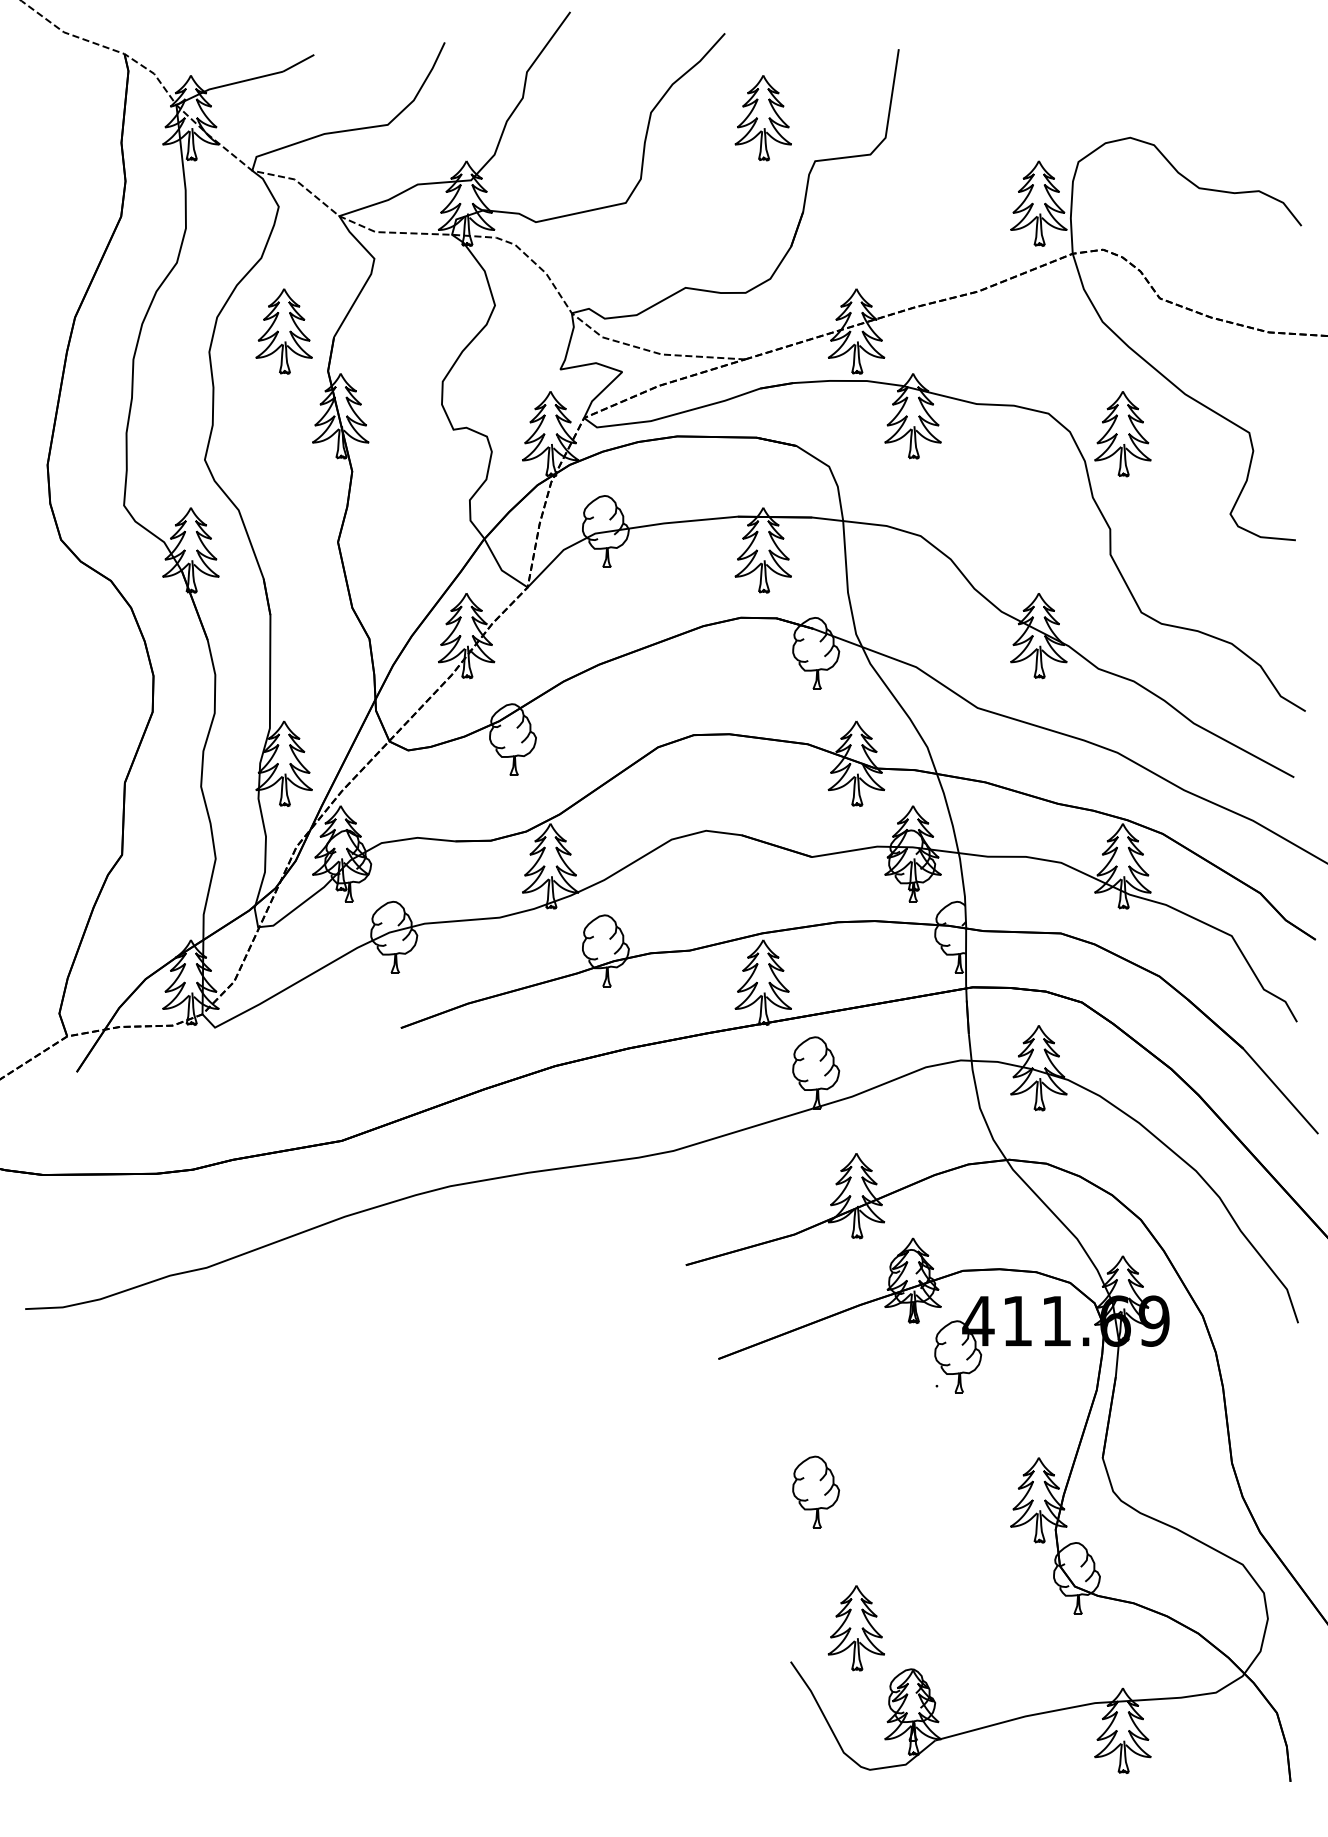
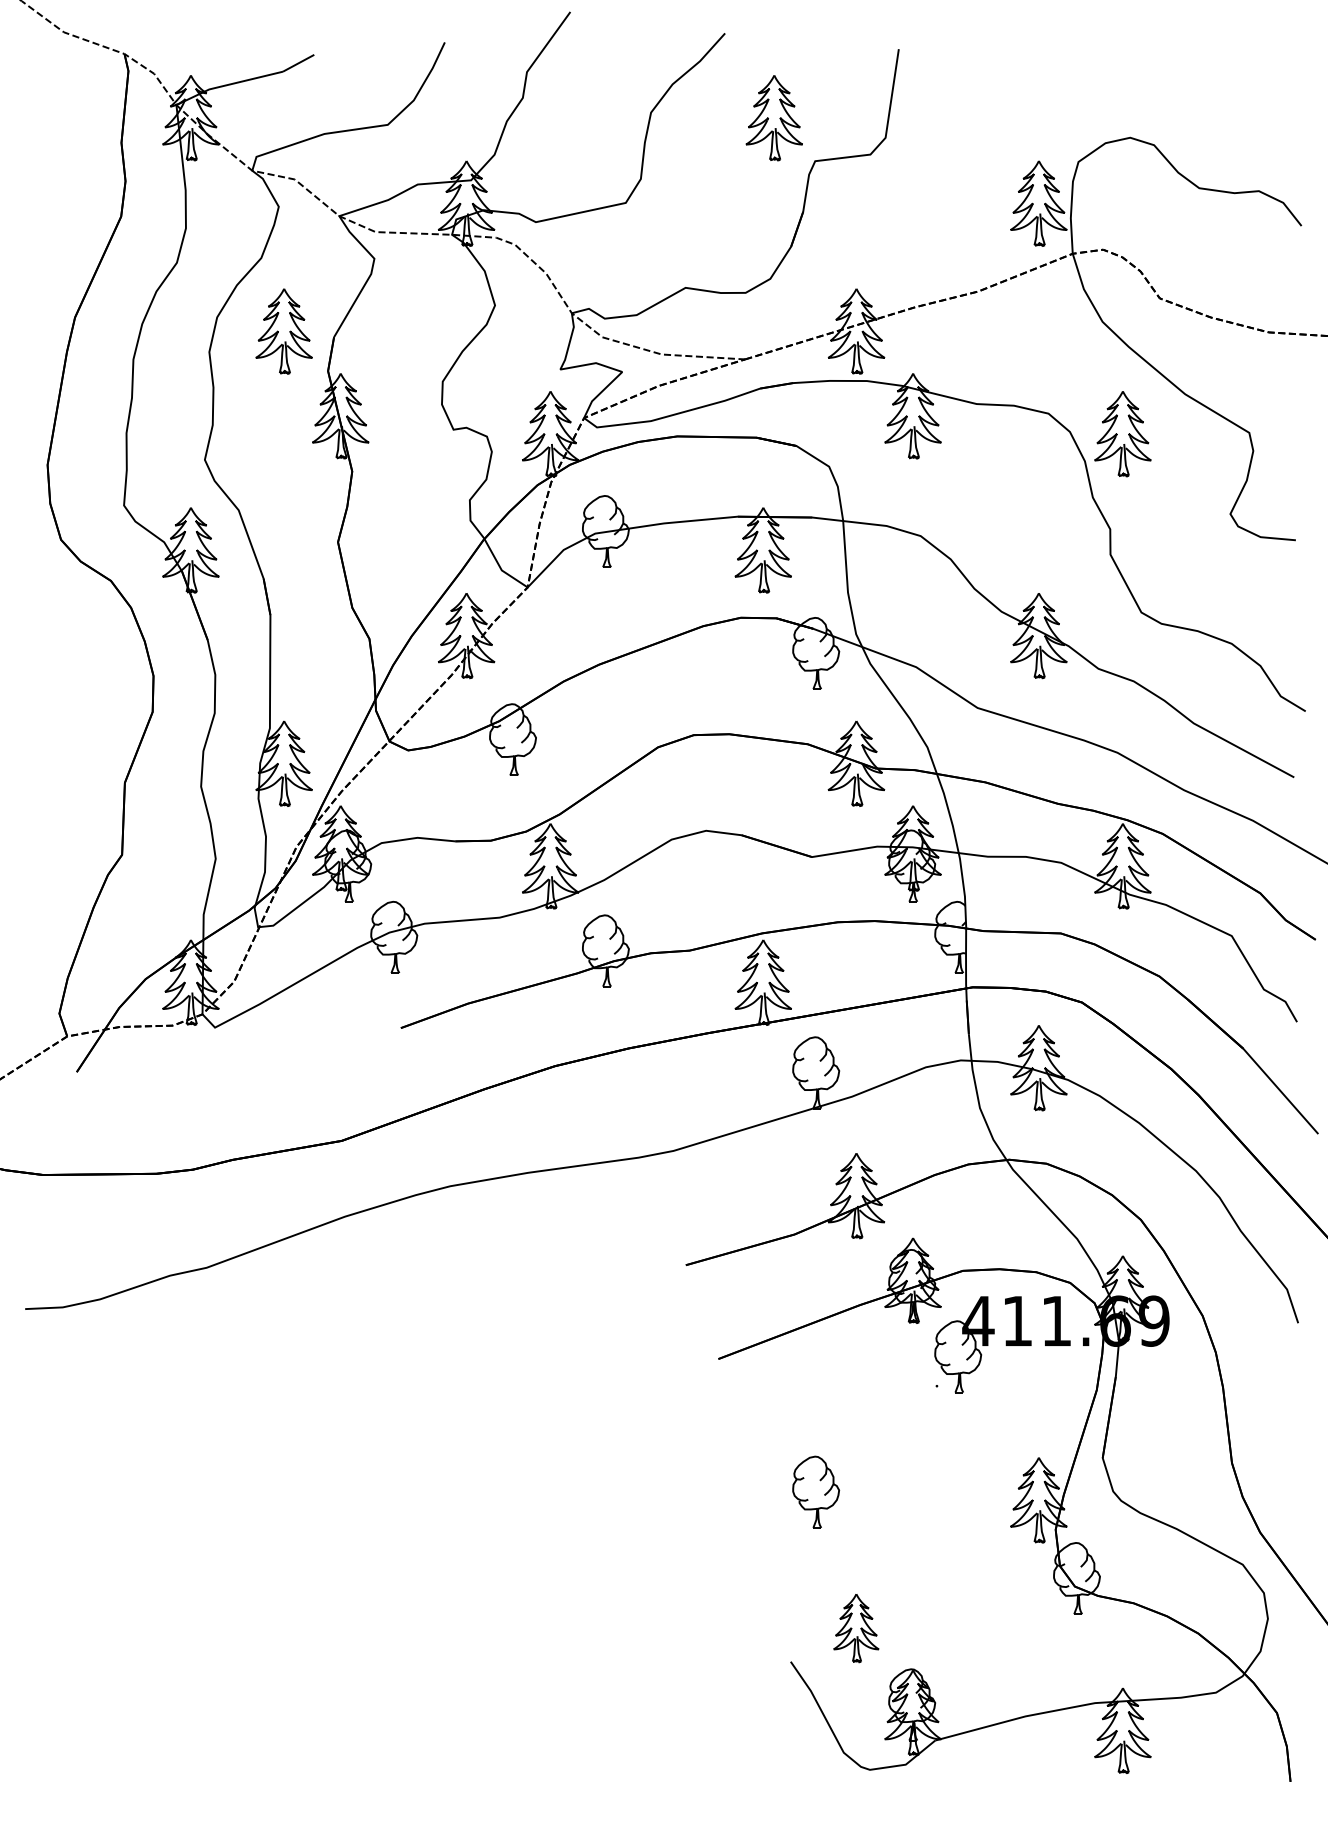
part at (762, 118) position: (762, 118) -> (773, 118)
part at (855, 1628) size: 58x87 px -> 47x70 px
